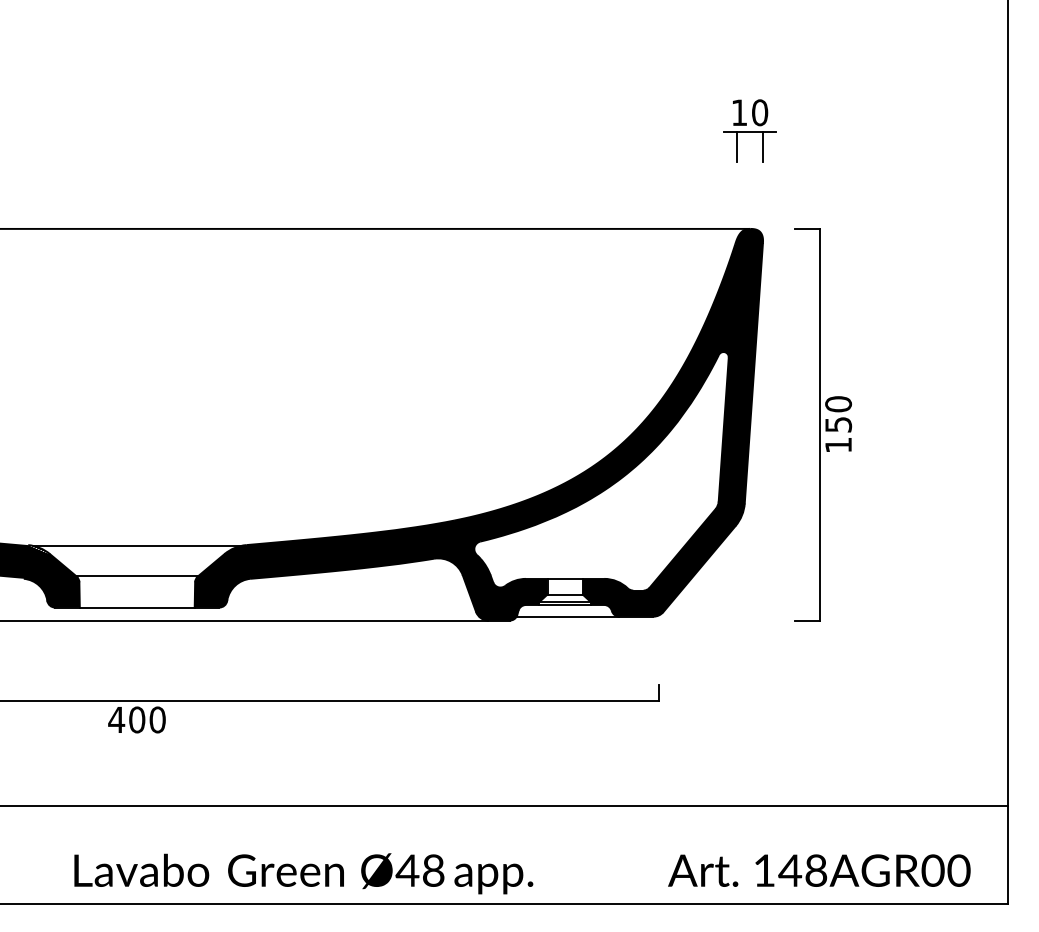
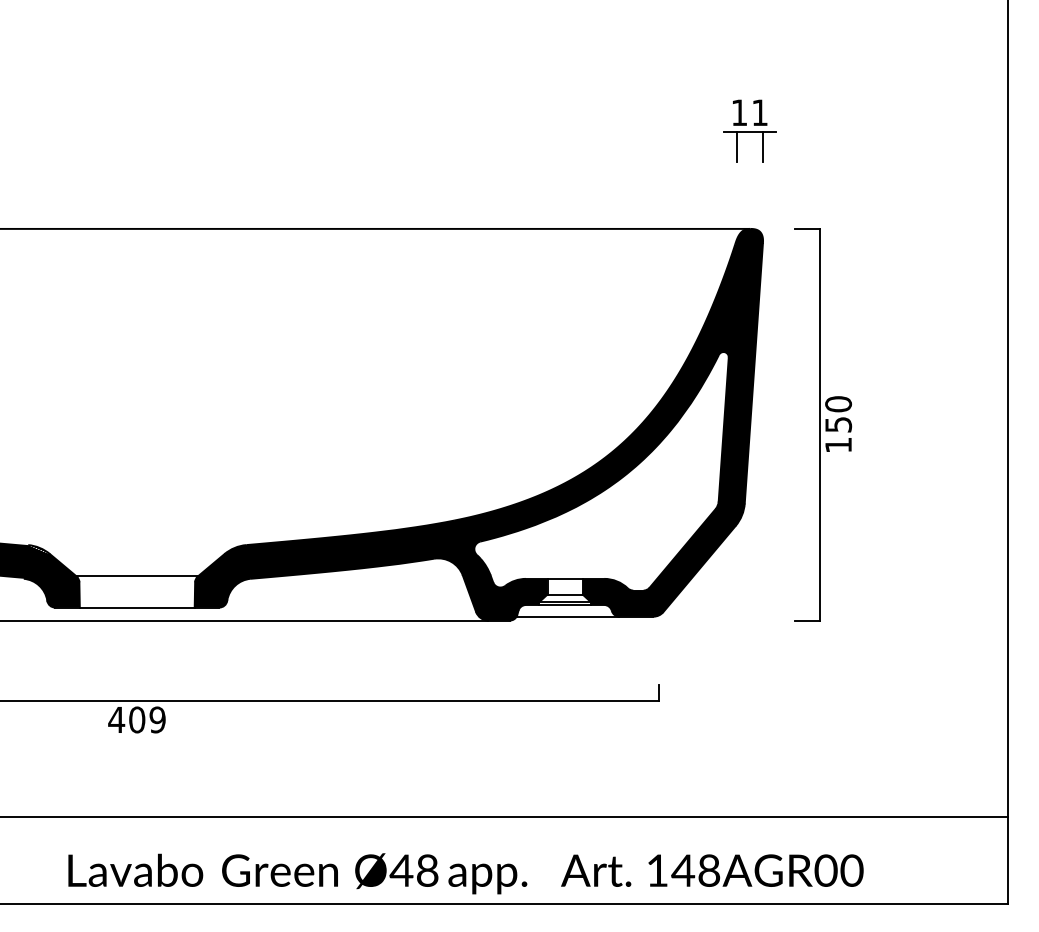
text at (760, 112): 10 -> 11
line at (137, 546): present -> none
text at (157, 719): 400 -> 409
line at (504, 806) position: (504, 806) -> (504, 817)
text at (819, 870) position: (819, 870) -> (712, 870)
text at (303, 873) position: (303, 873) -> (297, 873)
